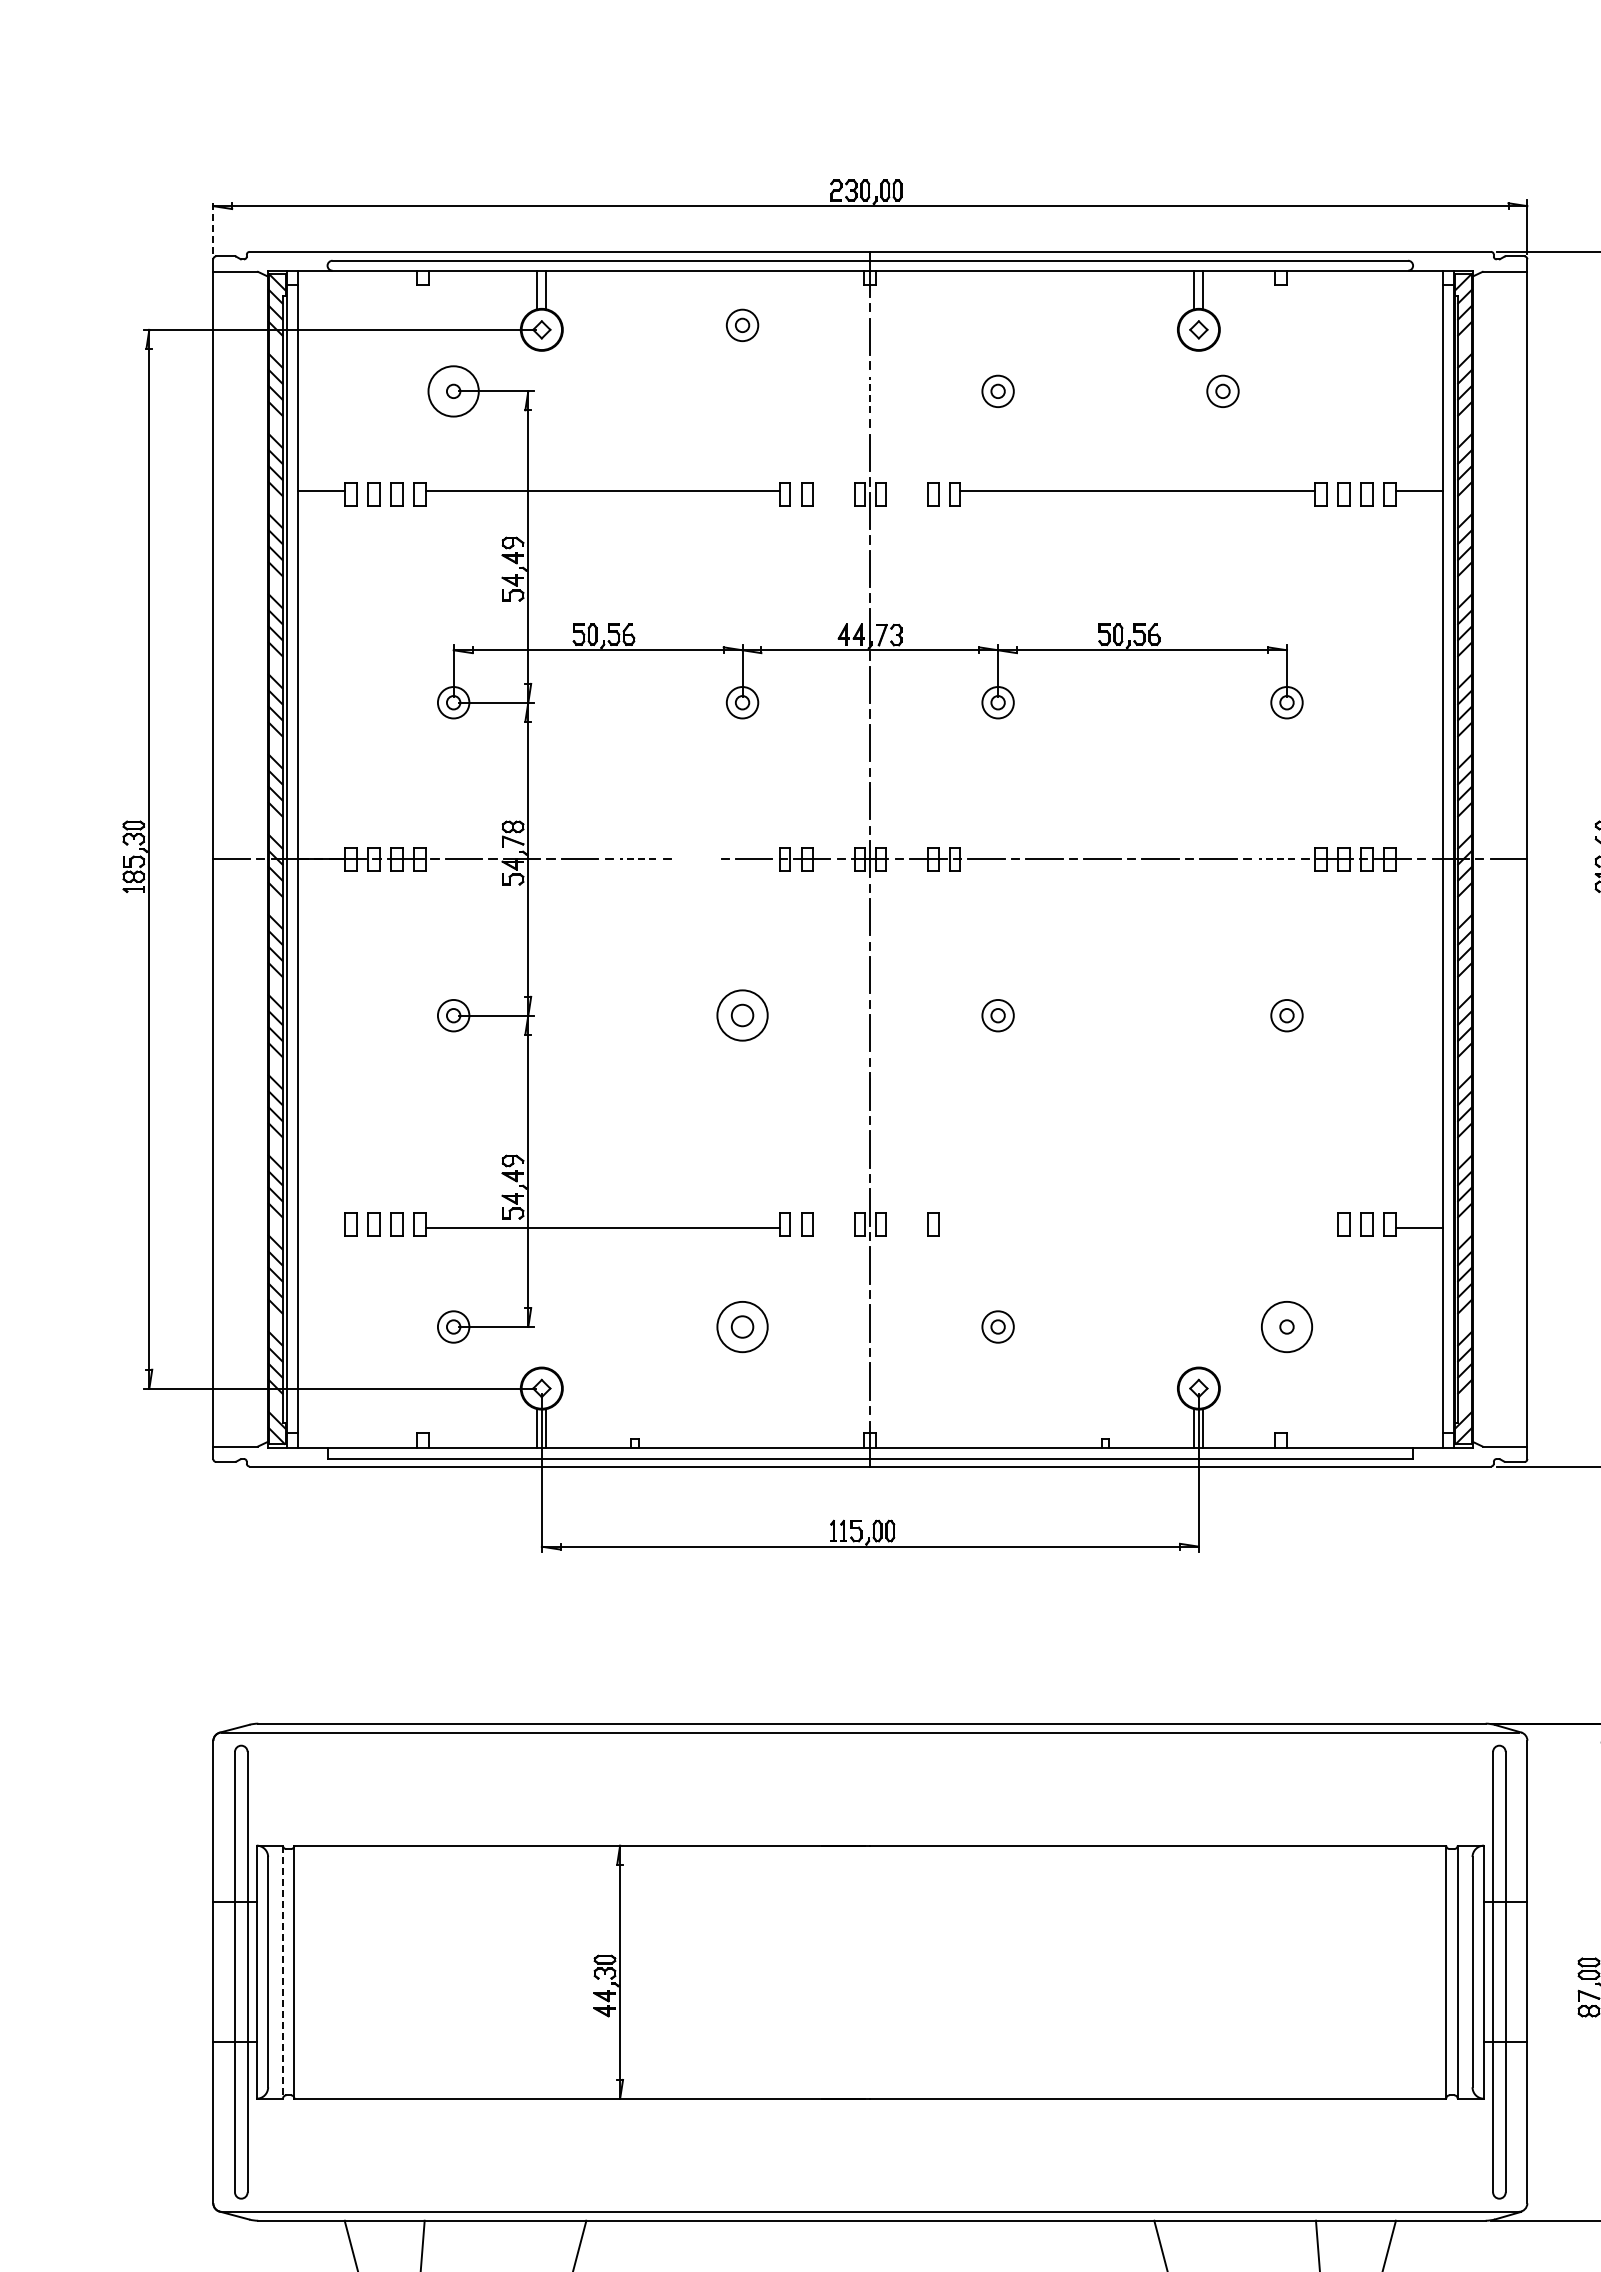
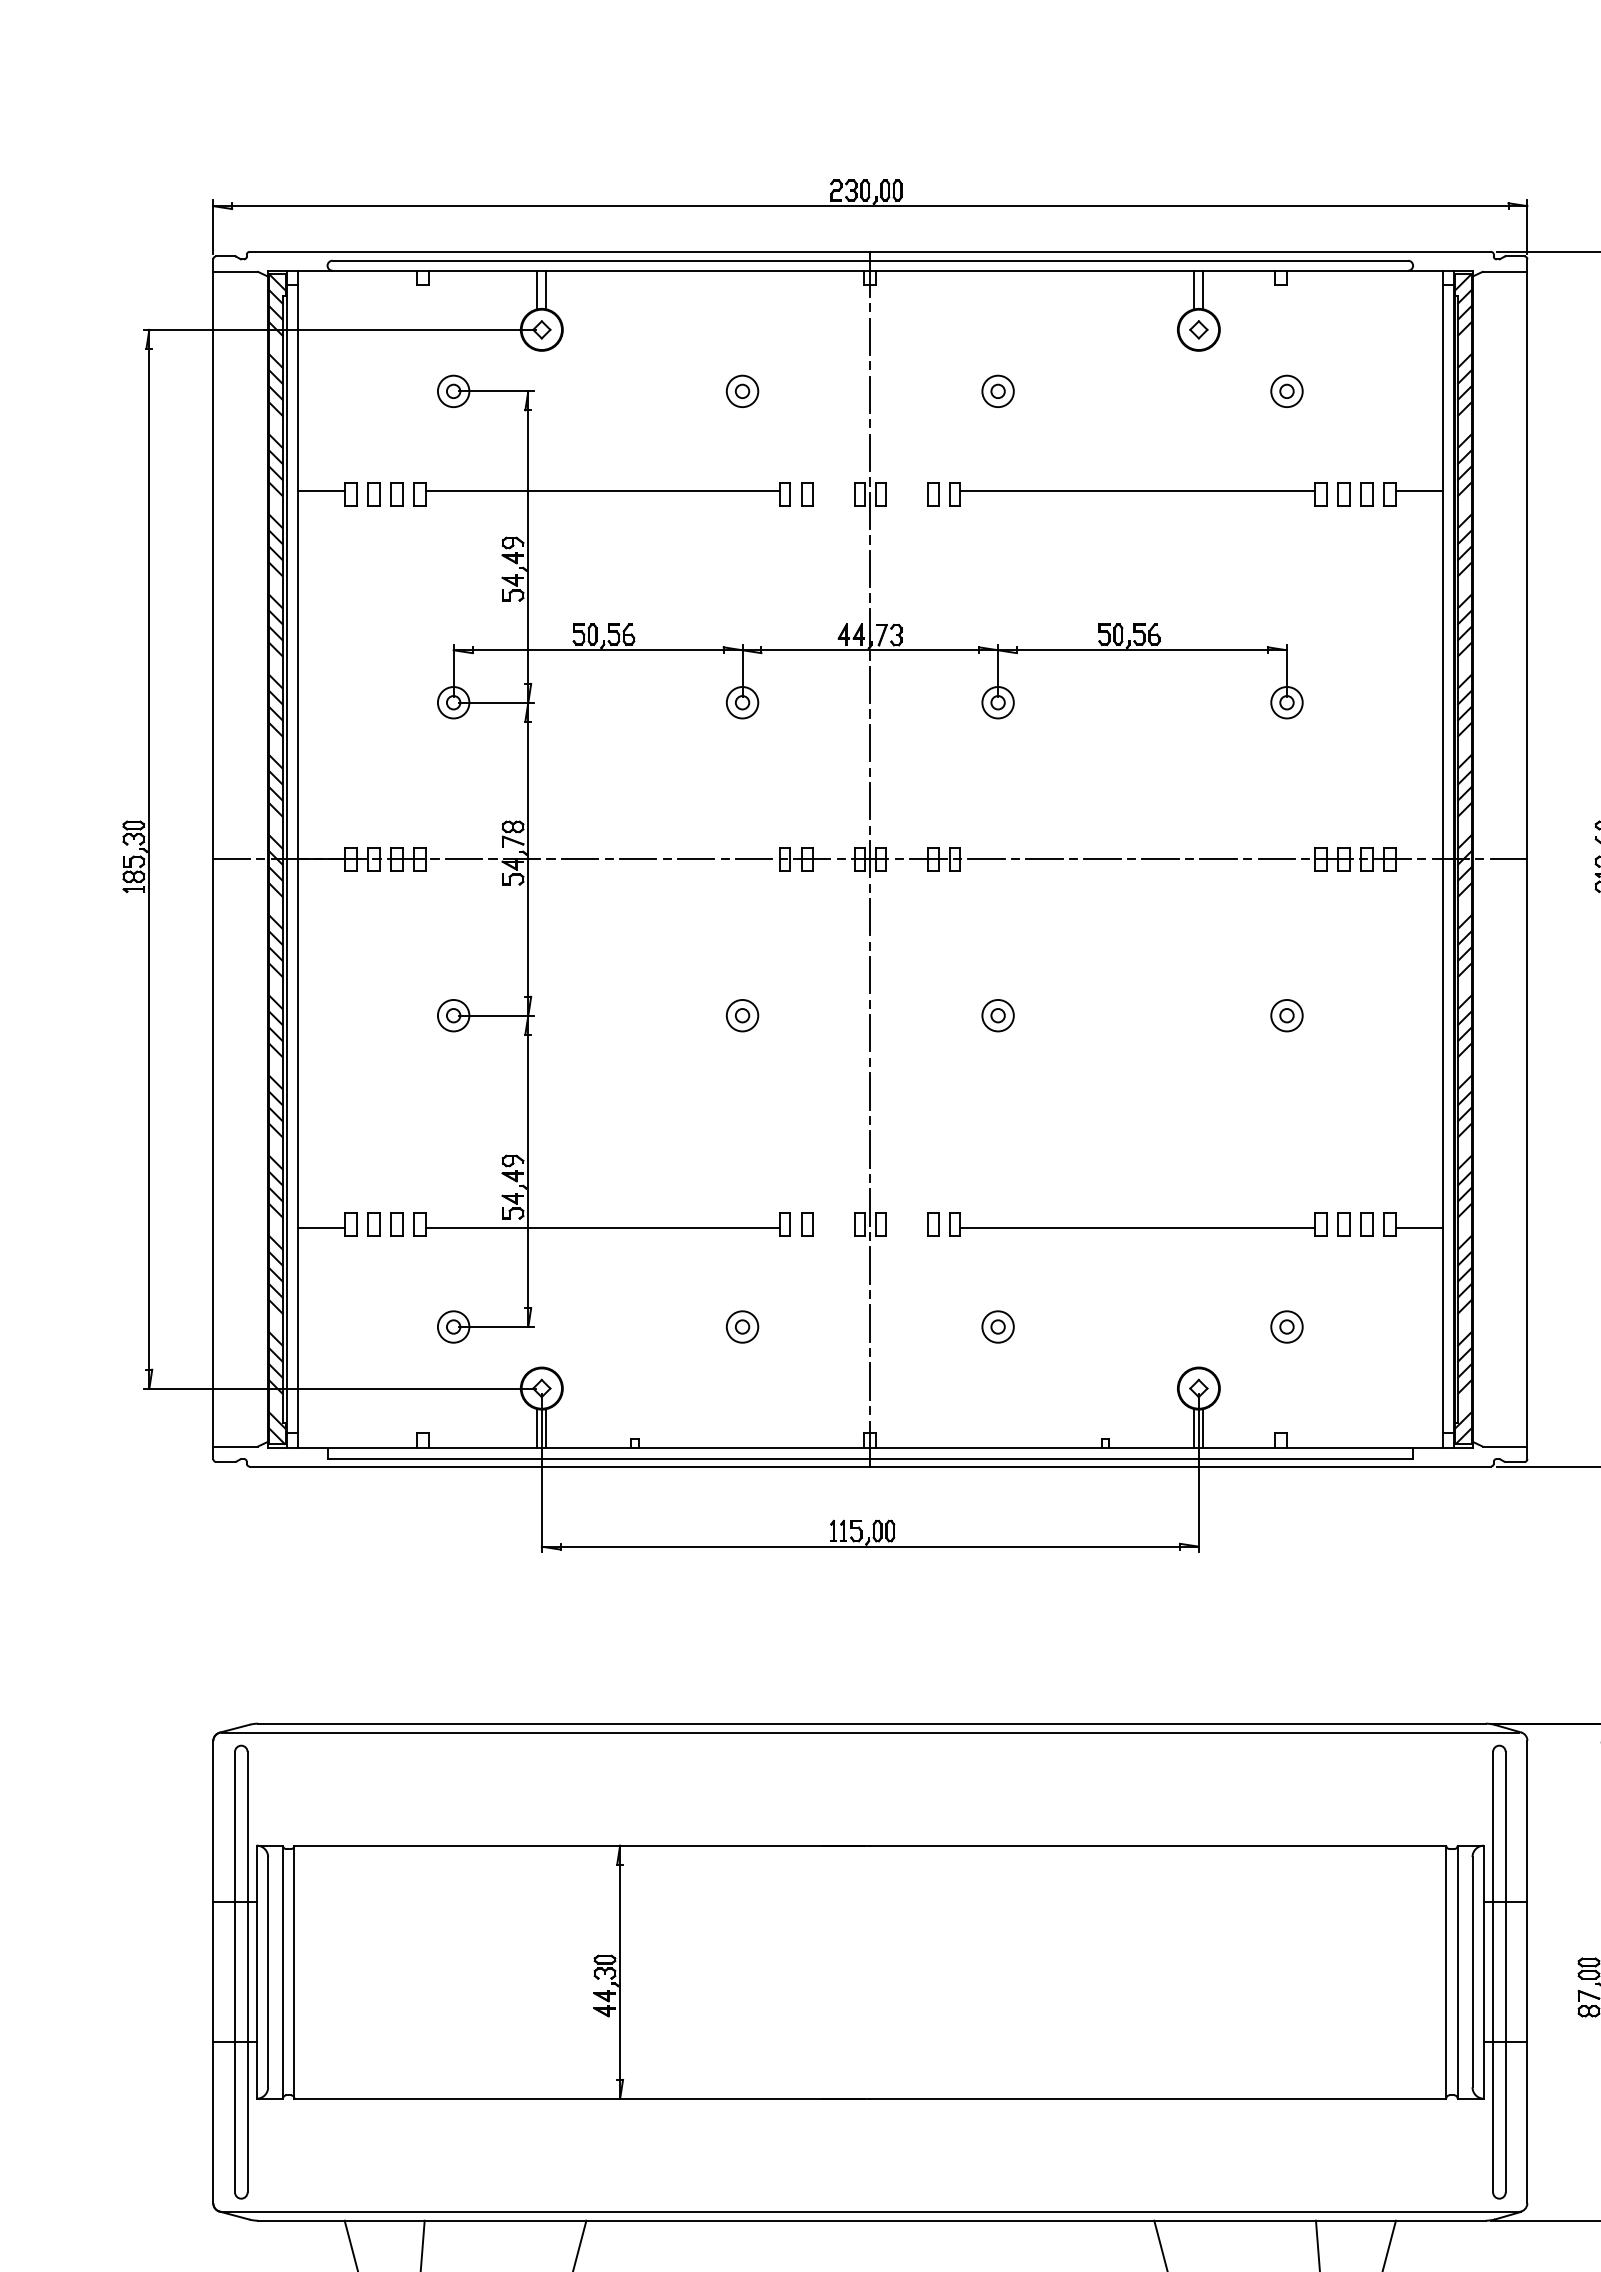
line at (213, 227): dashed -> solid
part at (742, 324) position: (742, 324) -> (742, 390)
part at (1222, 390) position: (1222, 390) -> (1286, 390)
circle at (453, 391) diameter: 50 px -> 31 px
line at (870, 394): dashed -> solid
line at (637, 859): dashed -> solid
line at (696, 859): none -> present
line at (1276, 859): dashed -> solid
part at (742, 1015) size: 53x53 px -> 35x34 px
part at (1138, 1224): none -> present
line at (321, 1227): none -> present
circle at (1286, 1326) diameter: 50 px -> 31 px
part at (742, 1327) size: 53x53 px -> 35x34 px
line at (283, 1972): dashed -> solid
